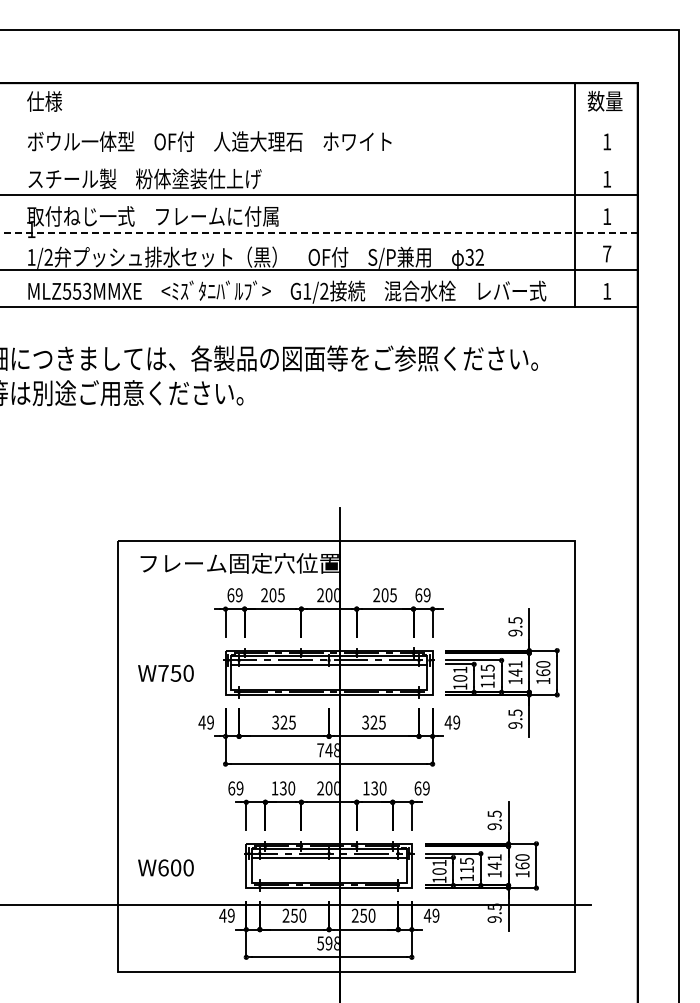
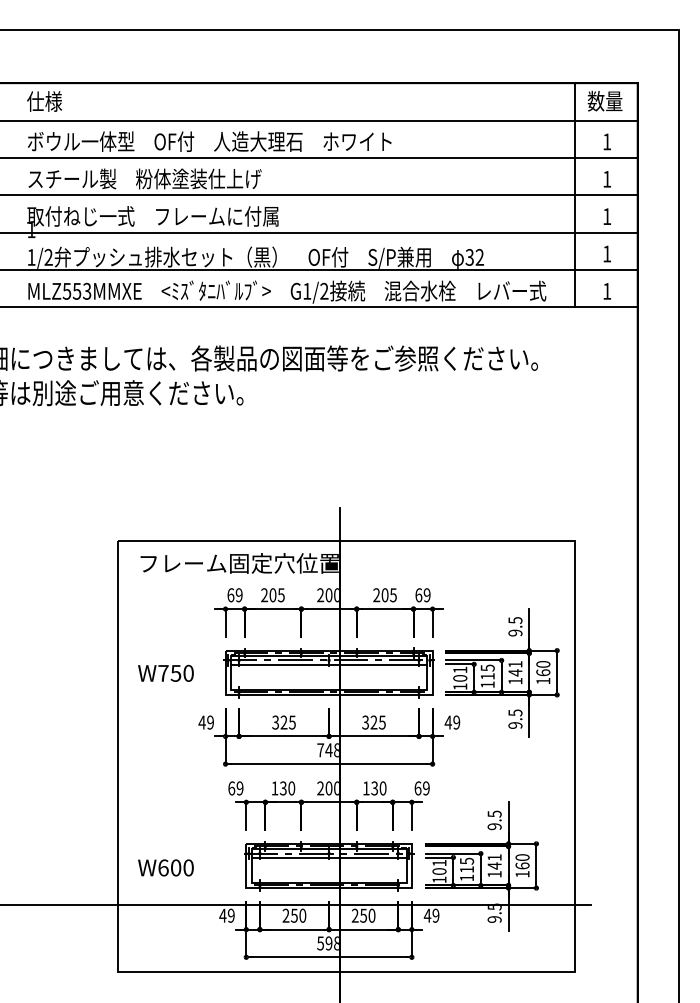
line at (319, 120): none -> present
line at (319, 157): none -> present
line at (318, 232): dashed -> solid
text at (607, 253): 7 -> 1
